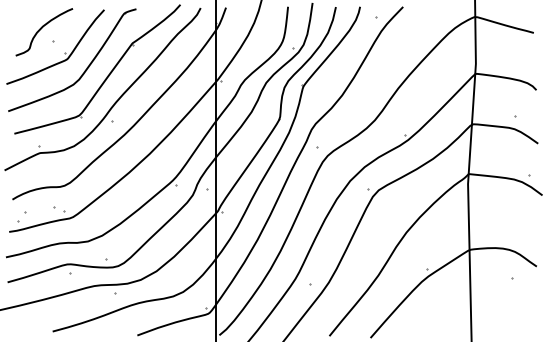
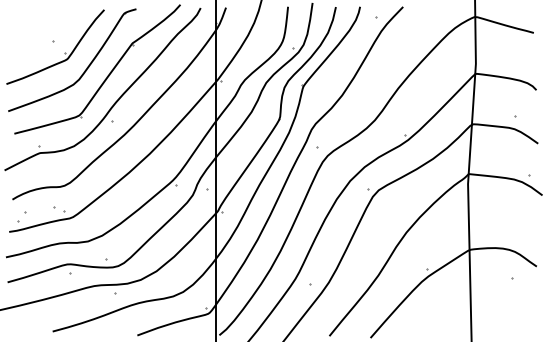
curve at (41, 29): present -> none
